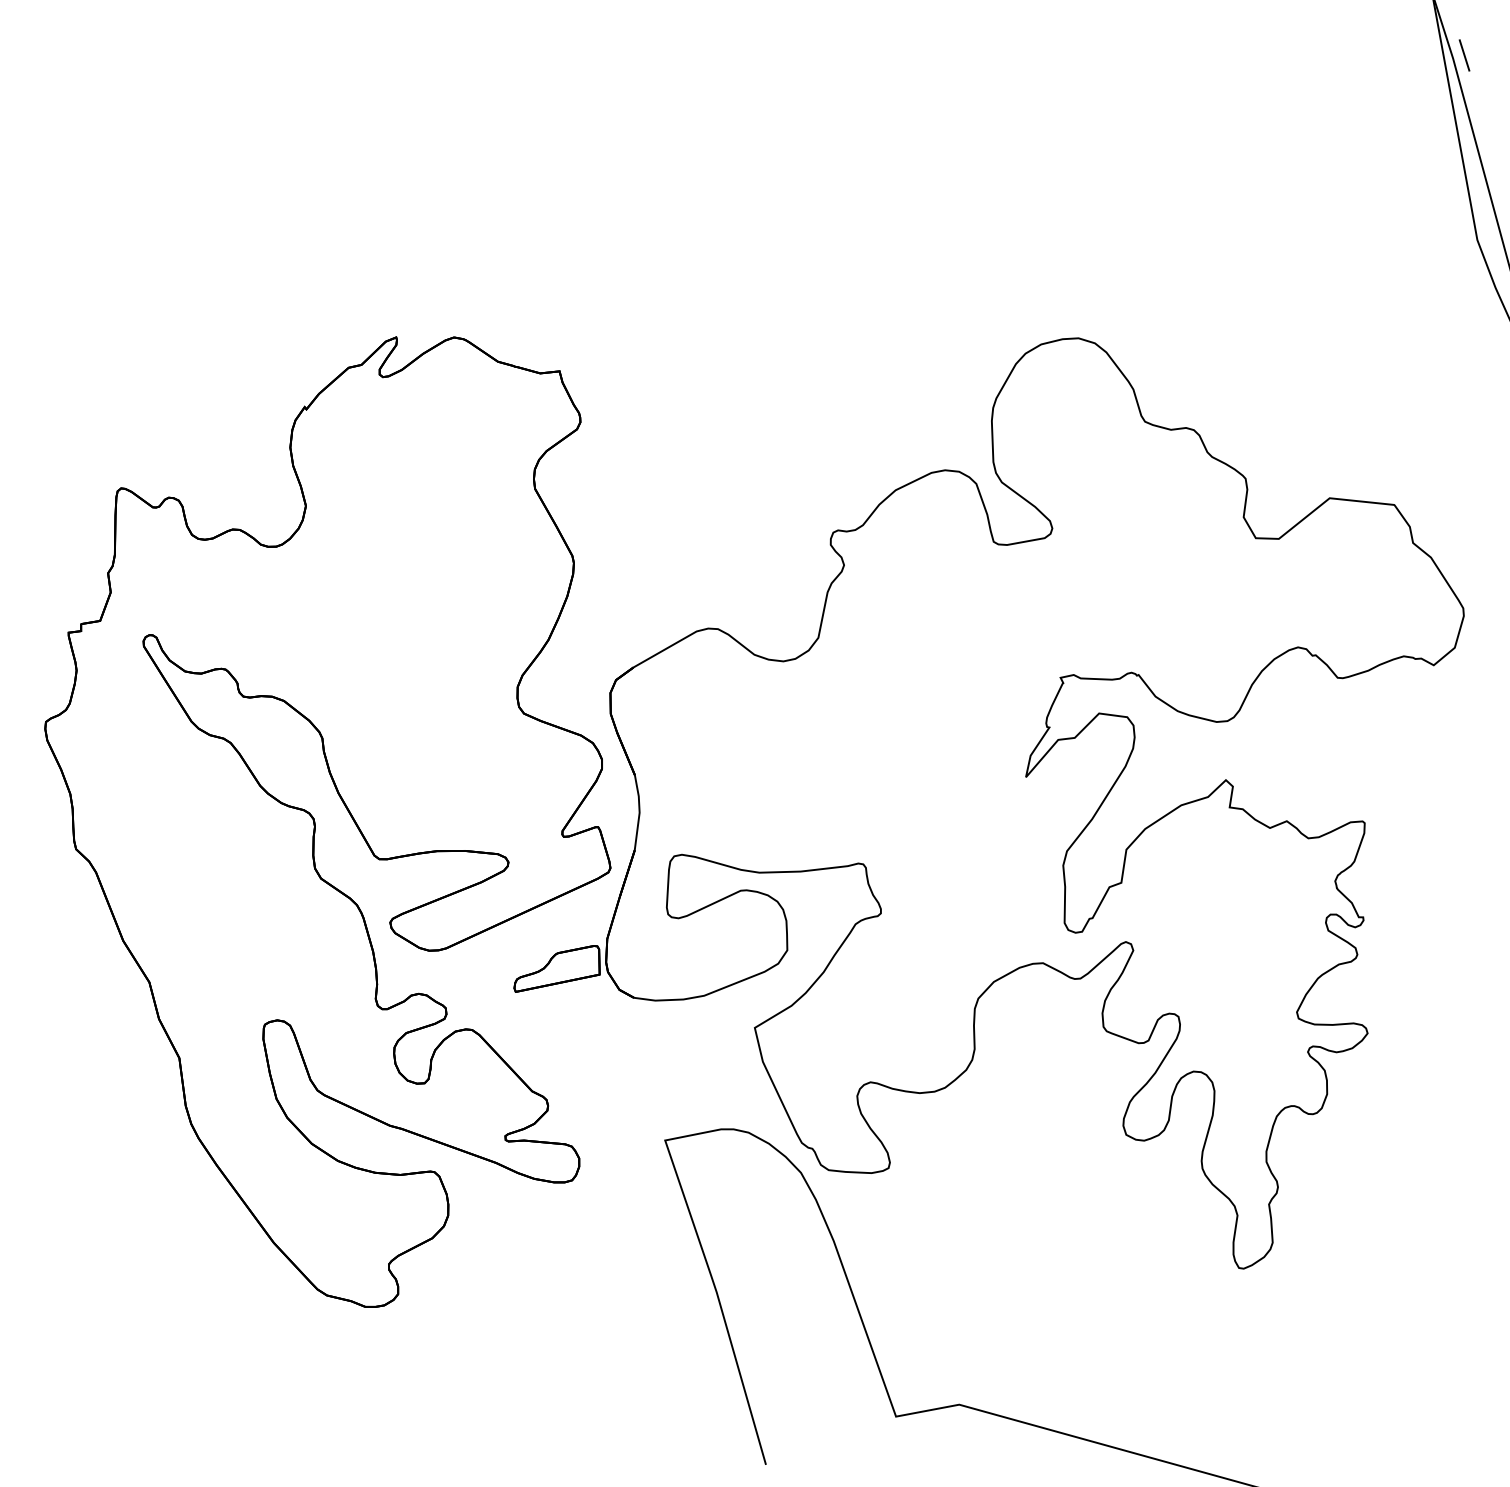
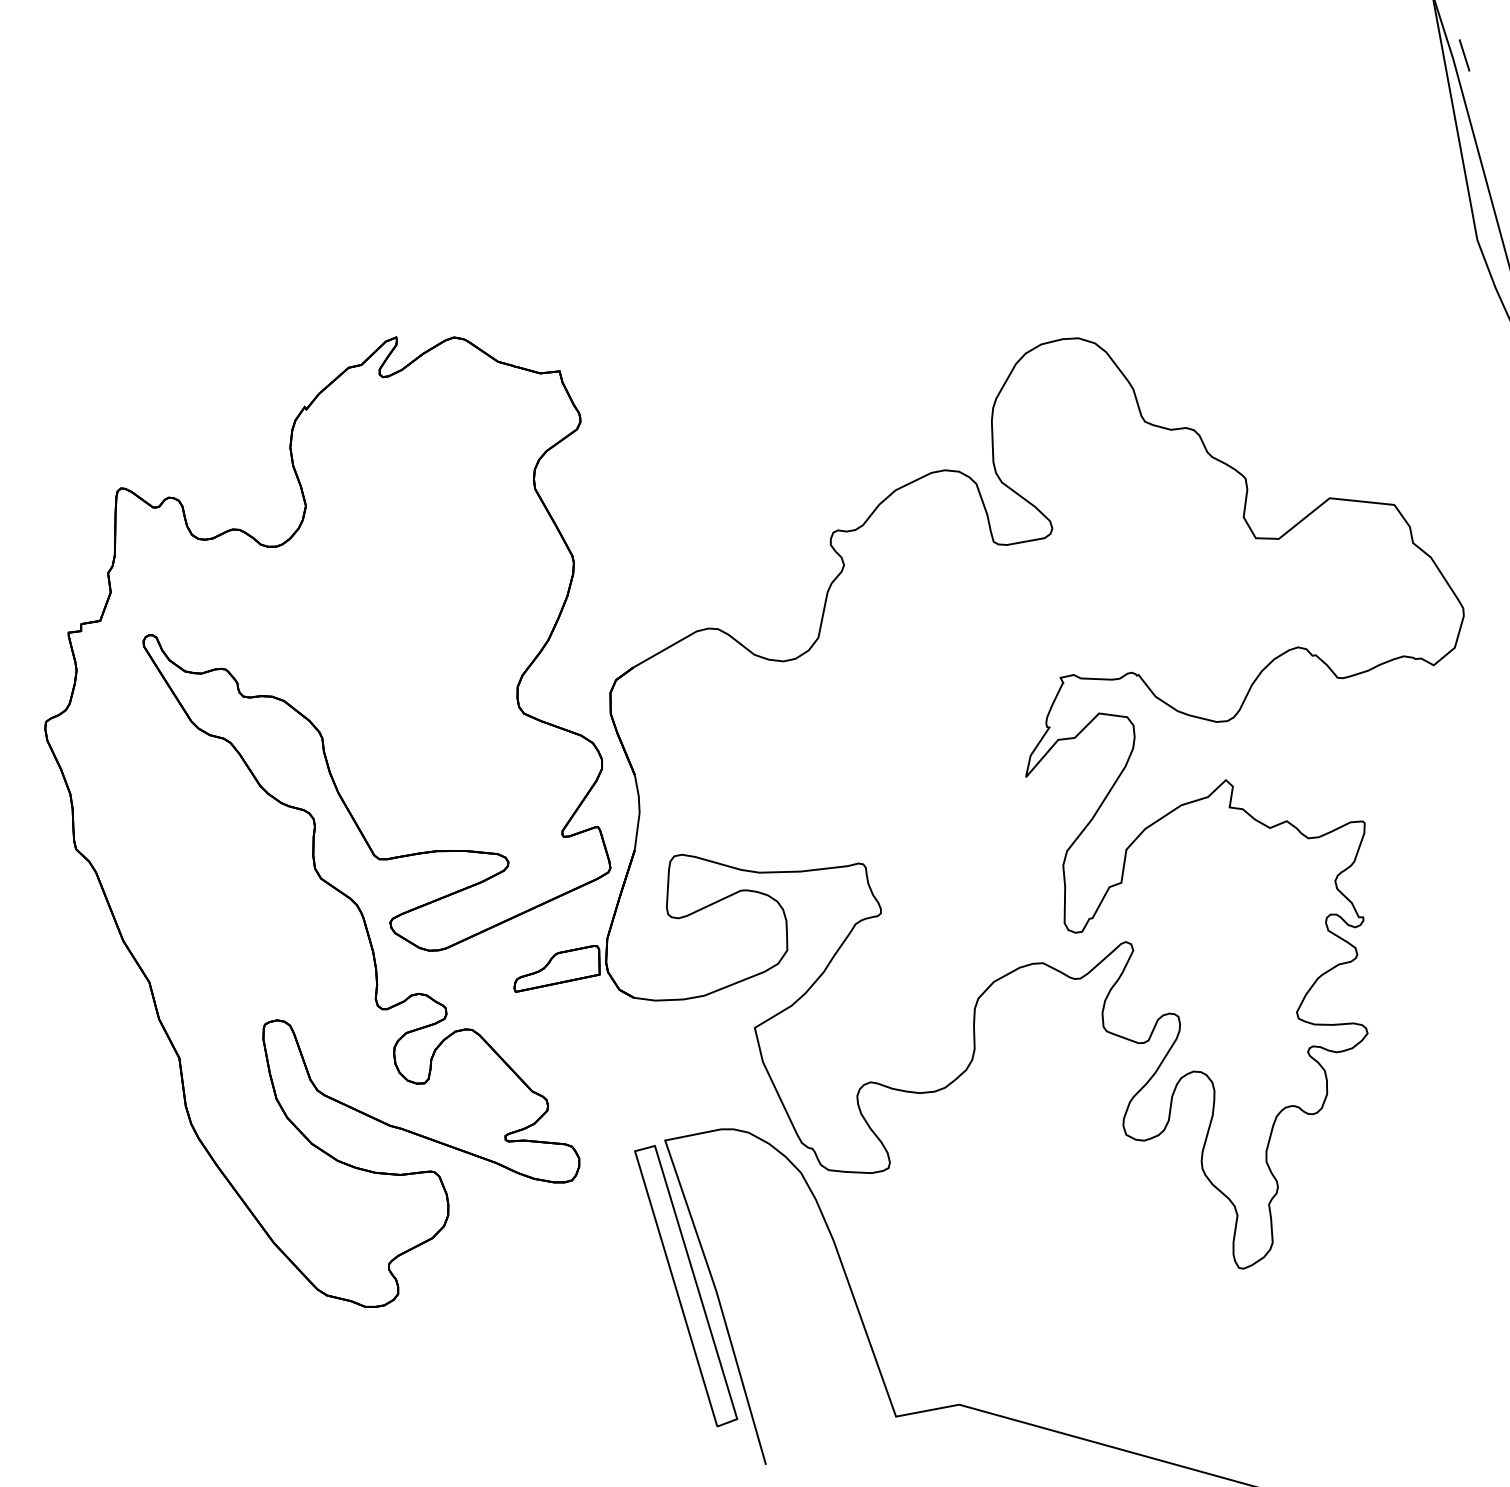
part at (686, 1286): none -> present
